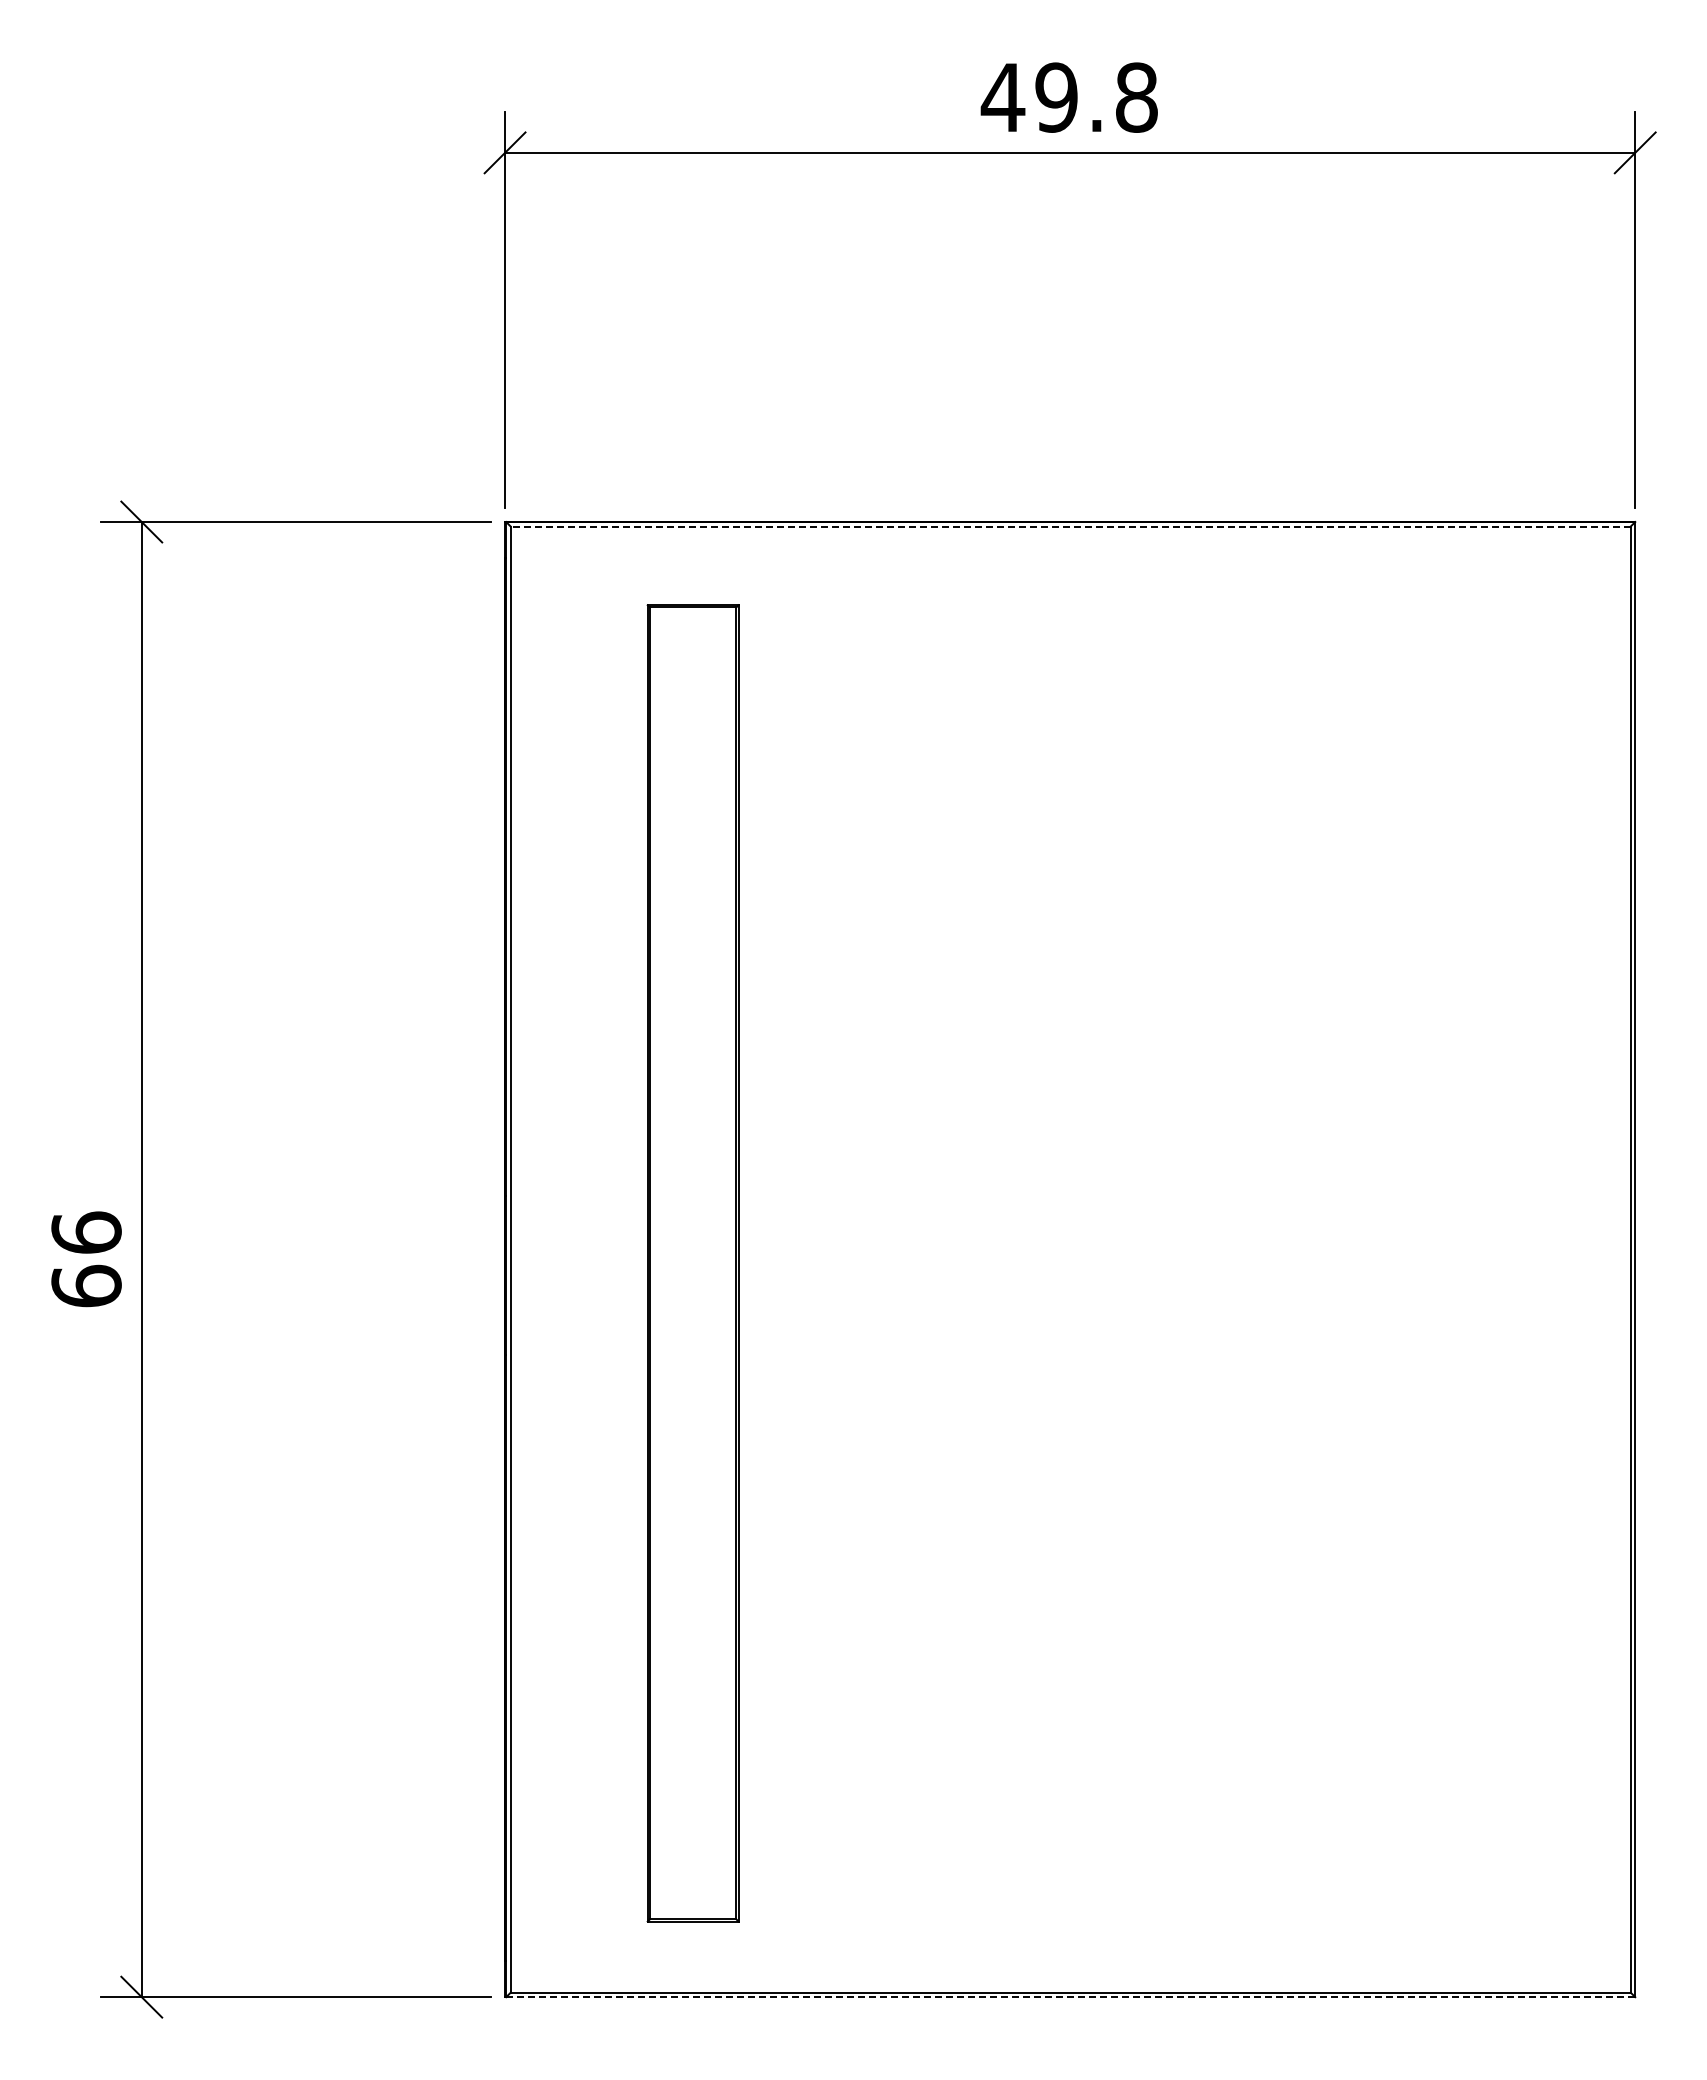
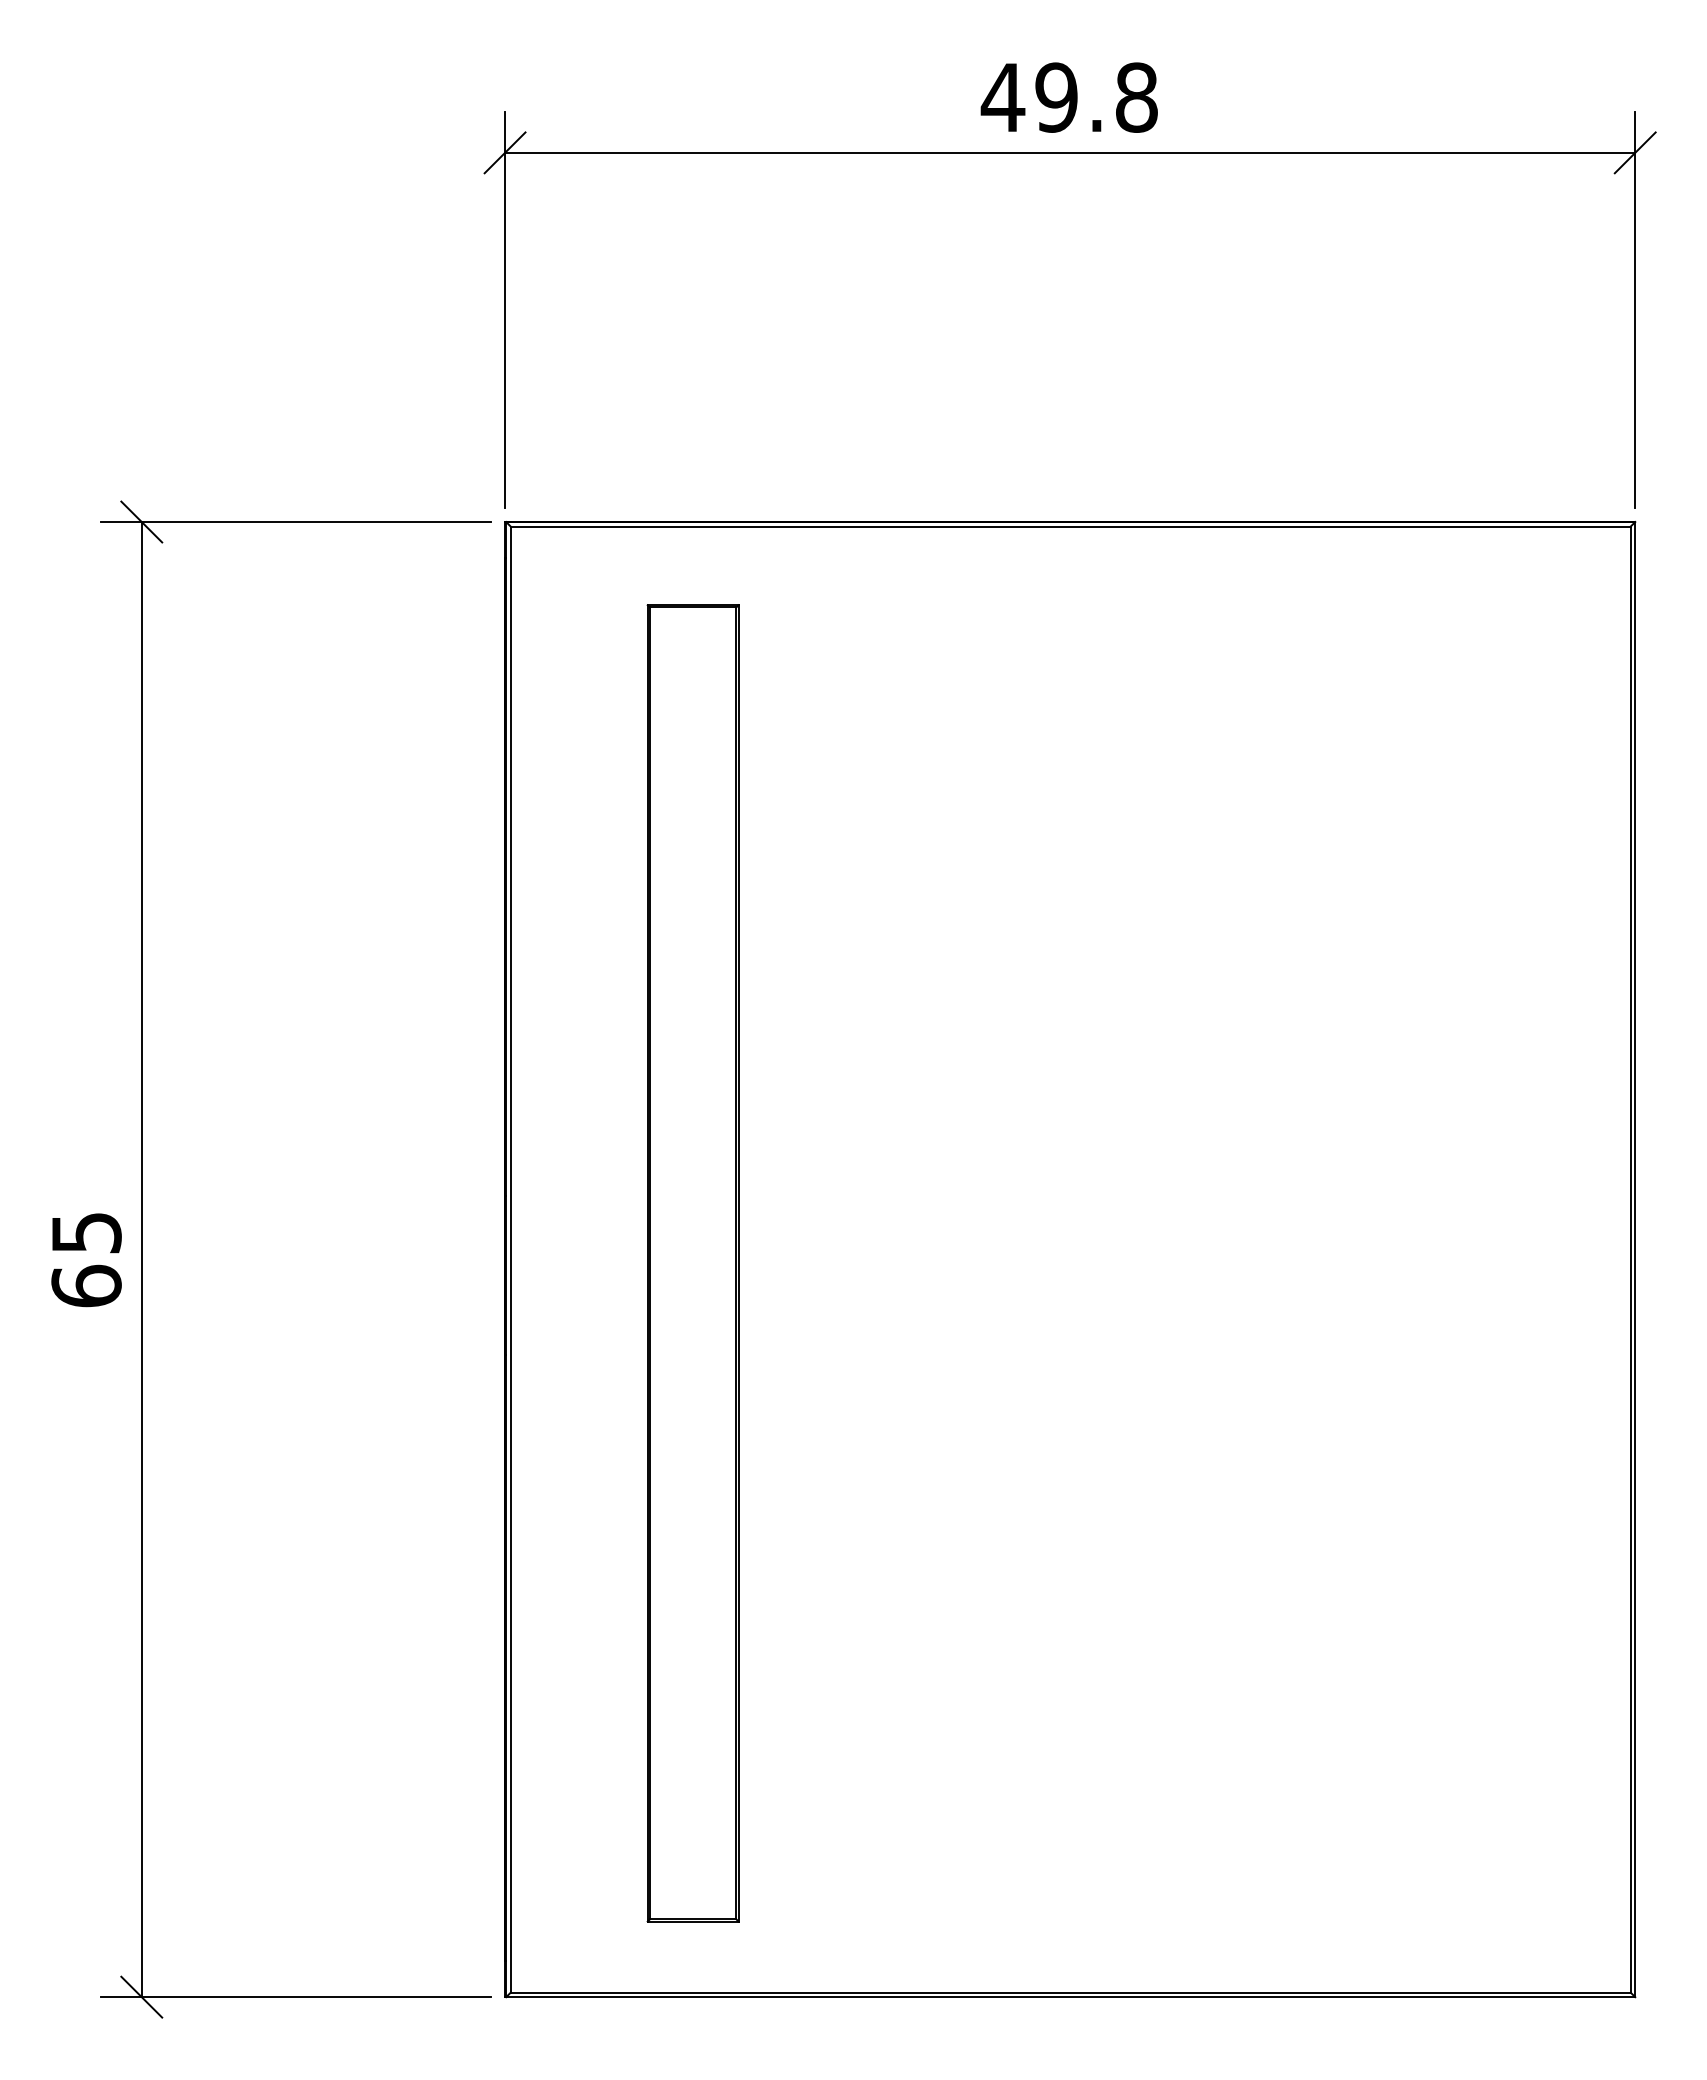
line at (1070, 526): dashed -> solid
text at (86, 1232): 66 -> 65
line at (1070, 1997): dashed -> solid
